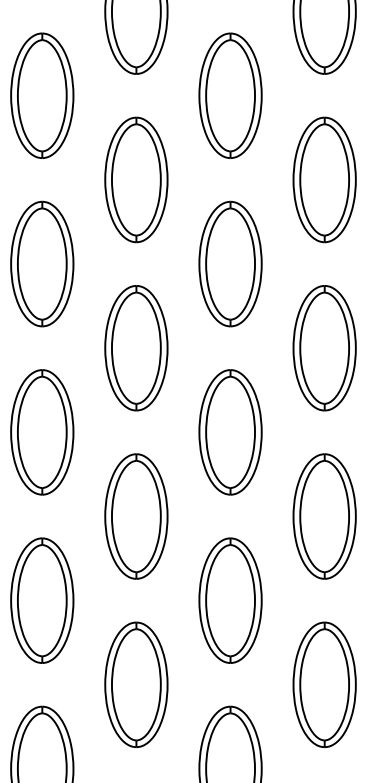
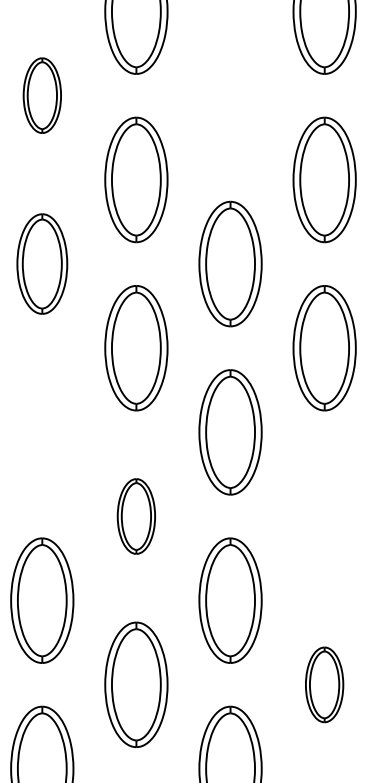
part at (42, 95) size: 65x127 px -> 40x77 px
part at (230, 95): present -> none
part at (42, 263) size: 65x128 px -> 53x102 px
part at (42, 432): present -> none
part at (136, 516) size: 65x127 px -> 40x77 px
part at (324, 516): present -> none
part at (324, 684) size: 65x128 px -> 40x78 px
